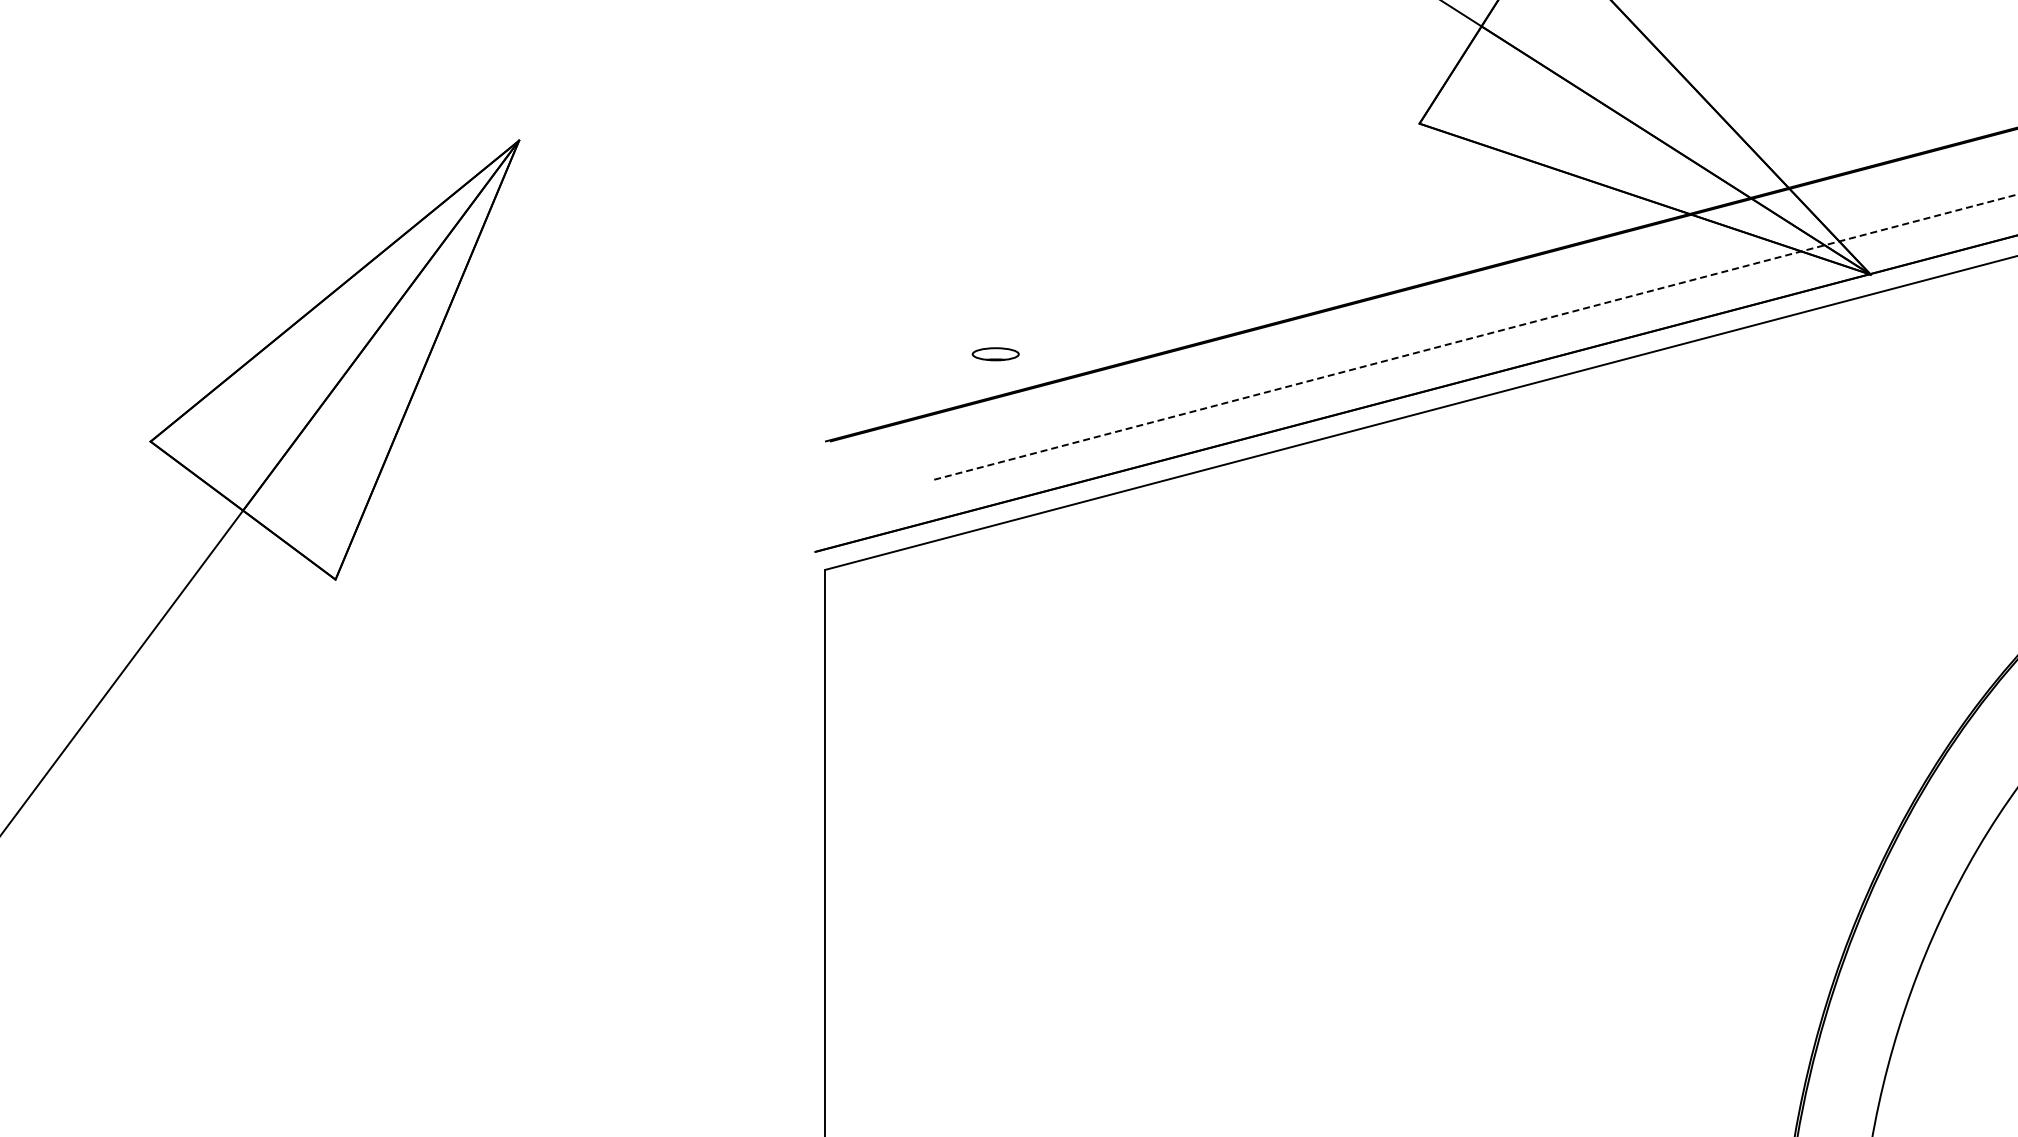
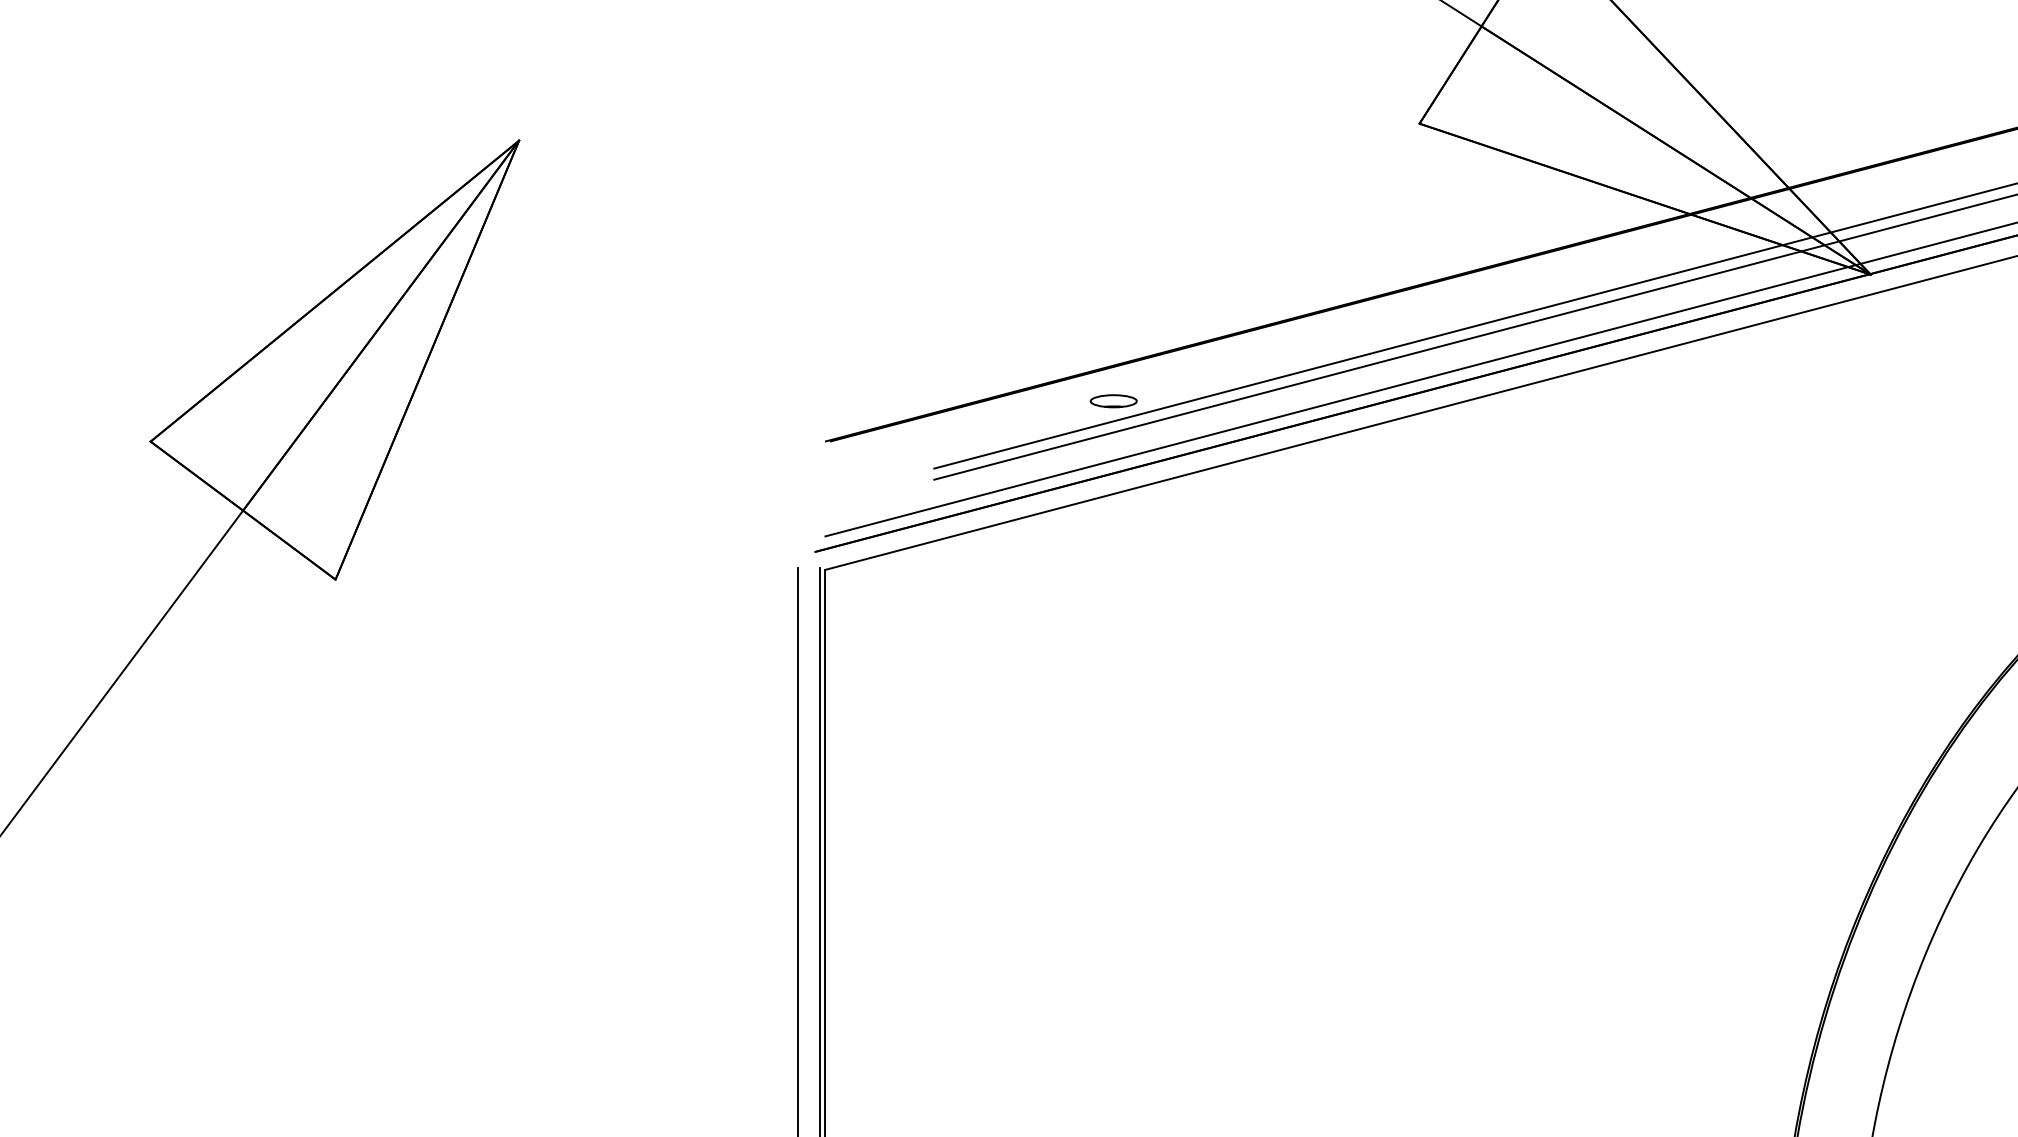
line at (1474, 326): none -> present
line at (1475, 337): dashed -> solid
part at (995, 354) position: (995, 354) -> (1113, 401)
line at (1419, 379): none -> present
line at (798, 850): none -> present
line at (820, 850): none -> present
